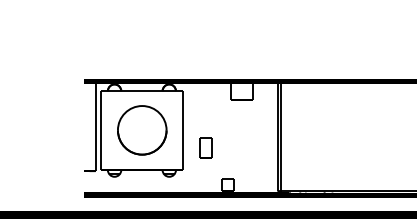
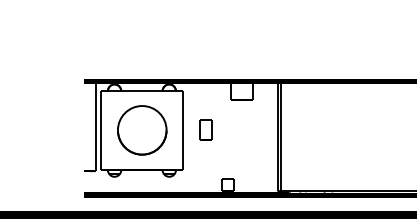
part at (205, 147) position: (205, 147) -> (205, 129)
